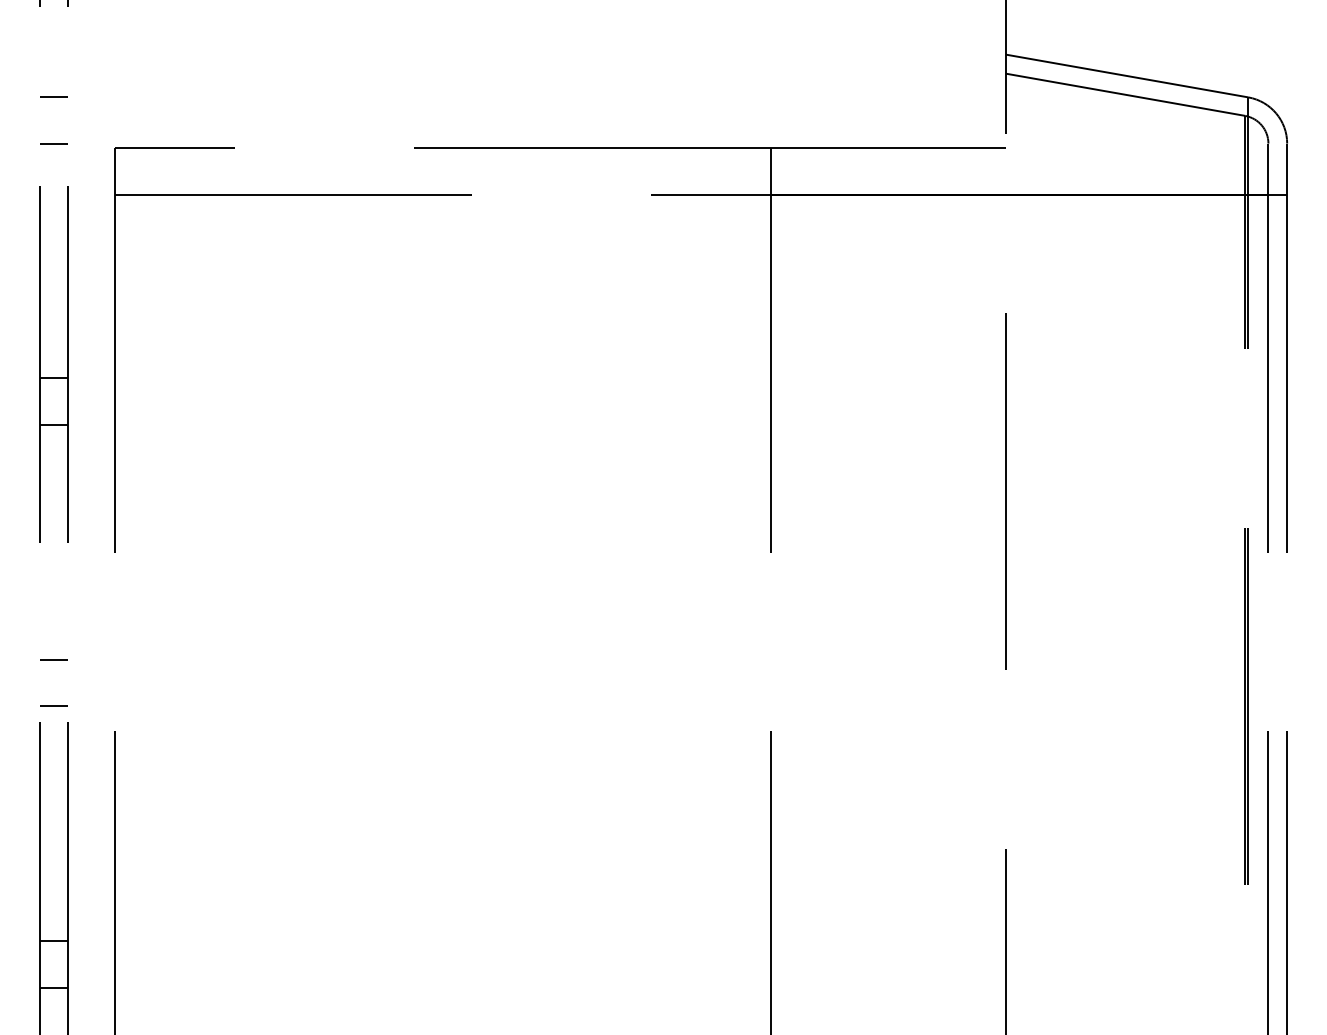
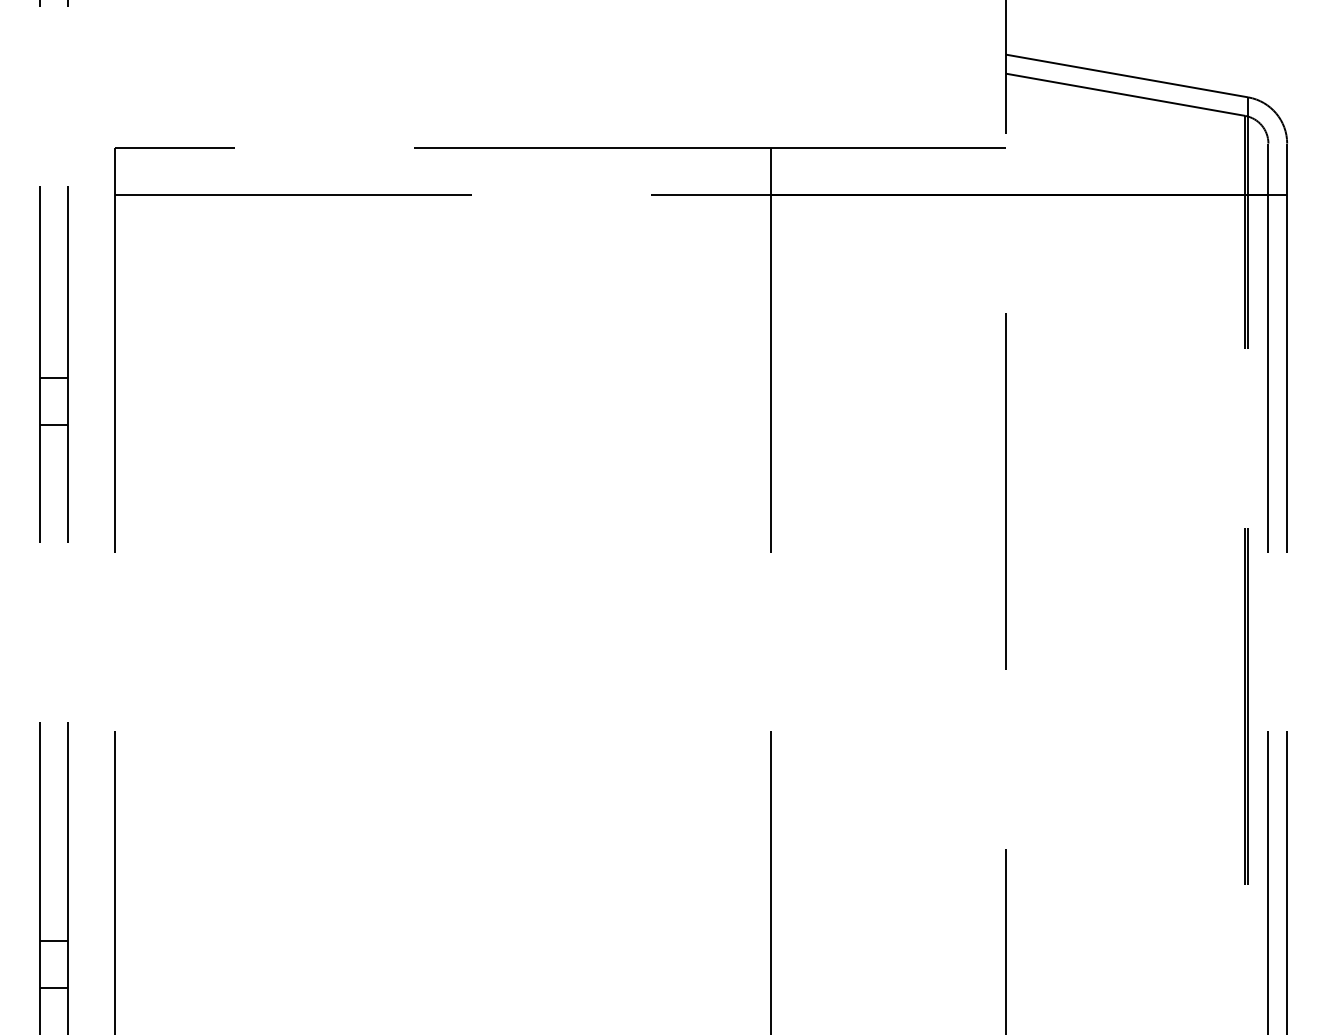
line at (53, 96): present -> none
line at (53, 143): present -> none
line at (53, 659): present -> none
line at (53, 706): present -> none
